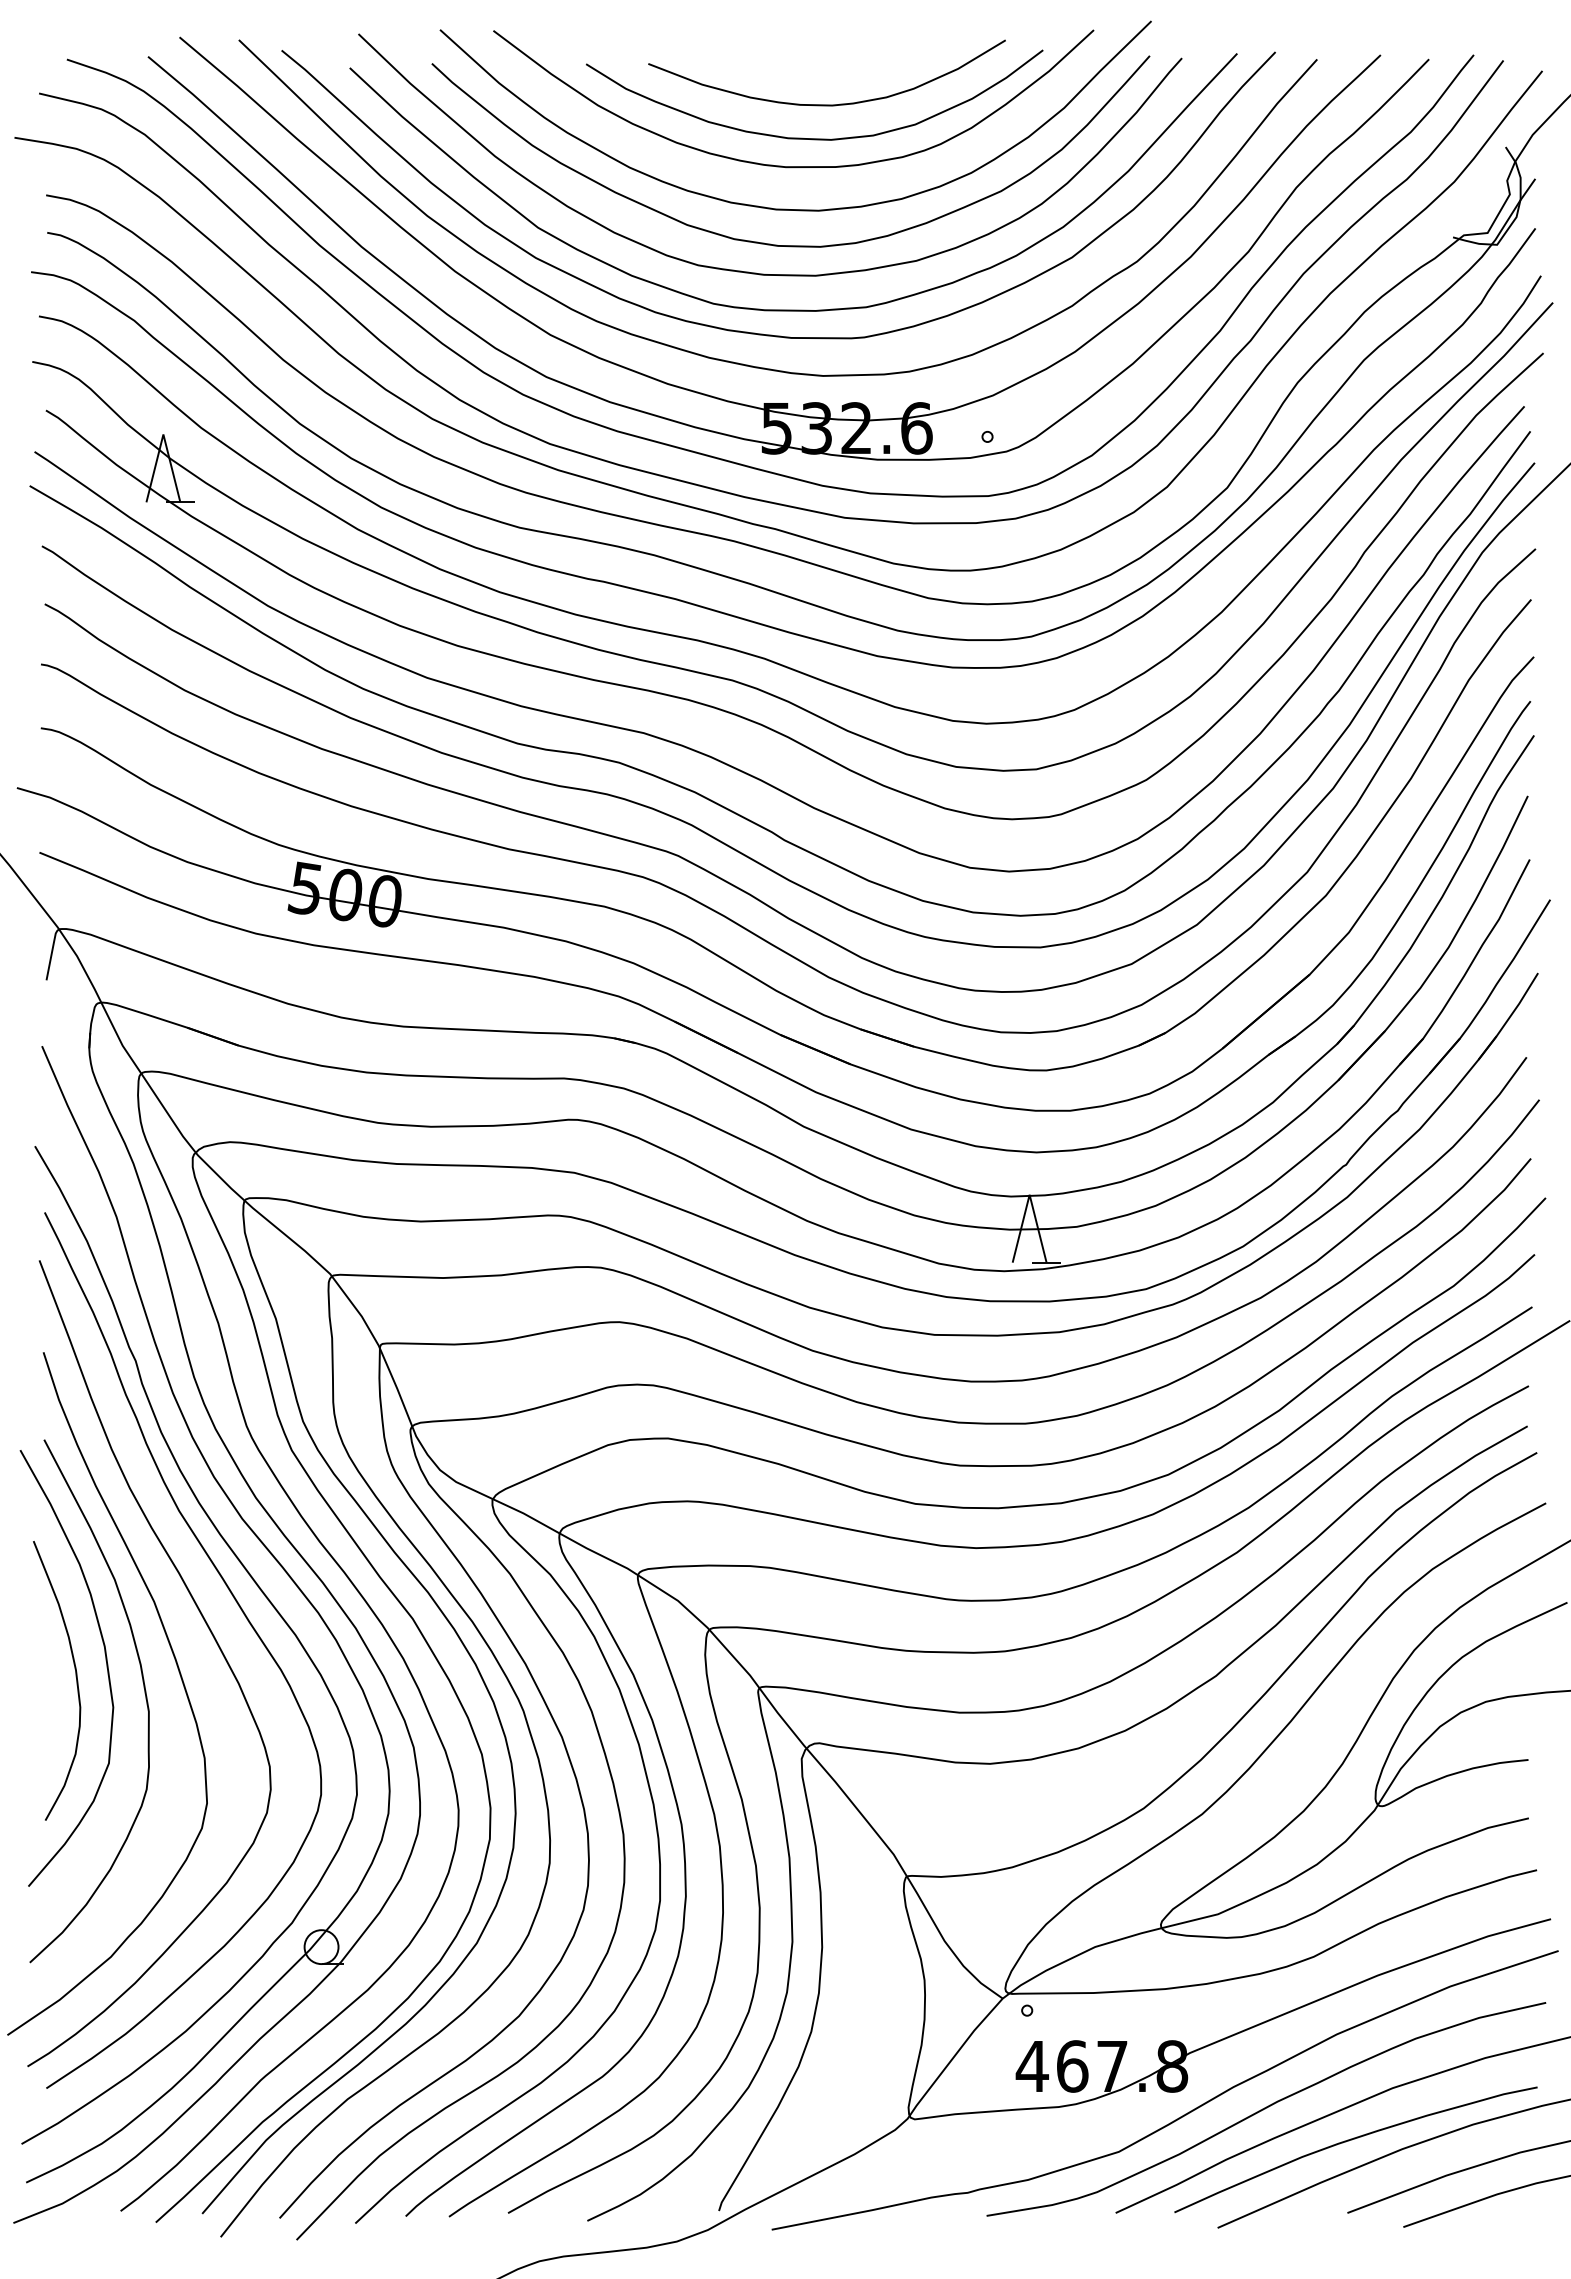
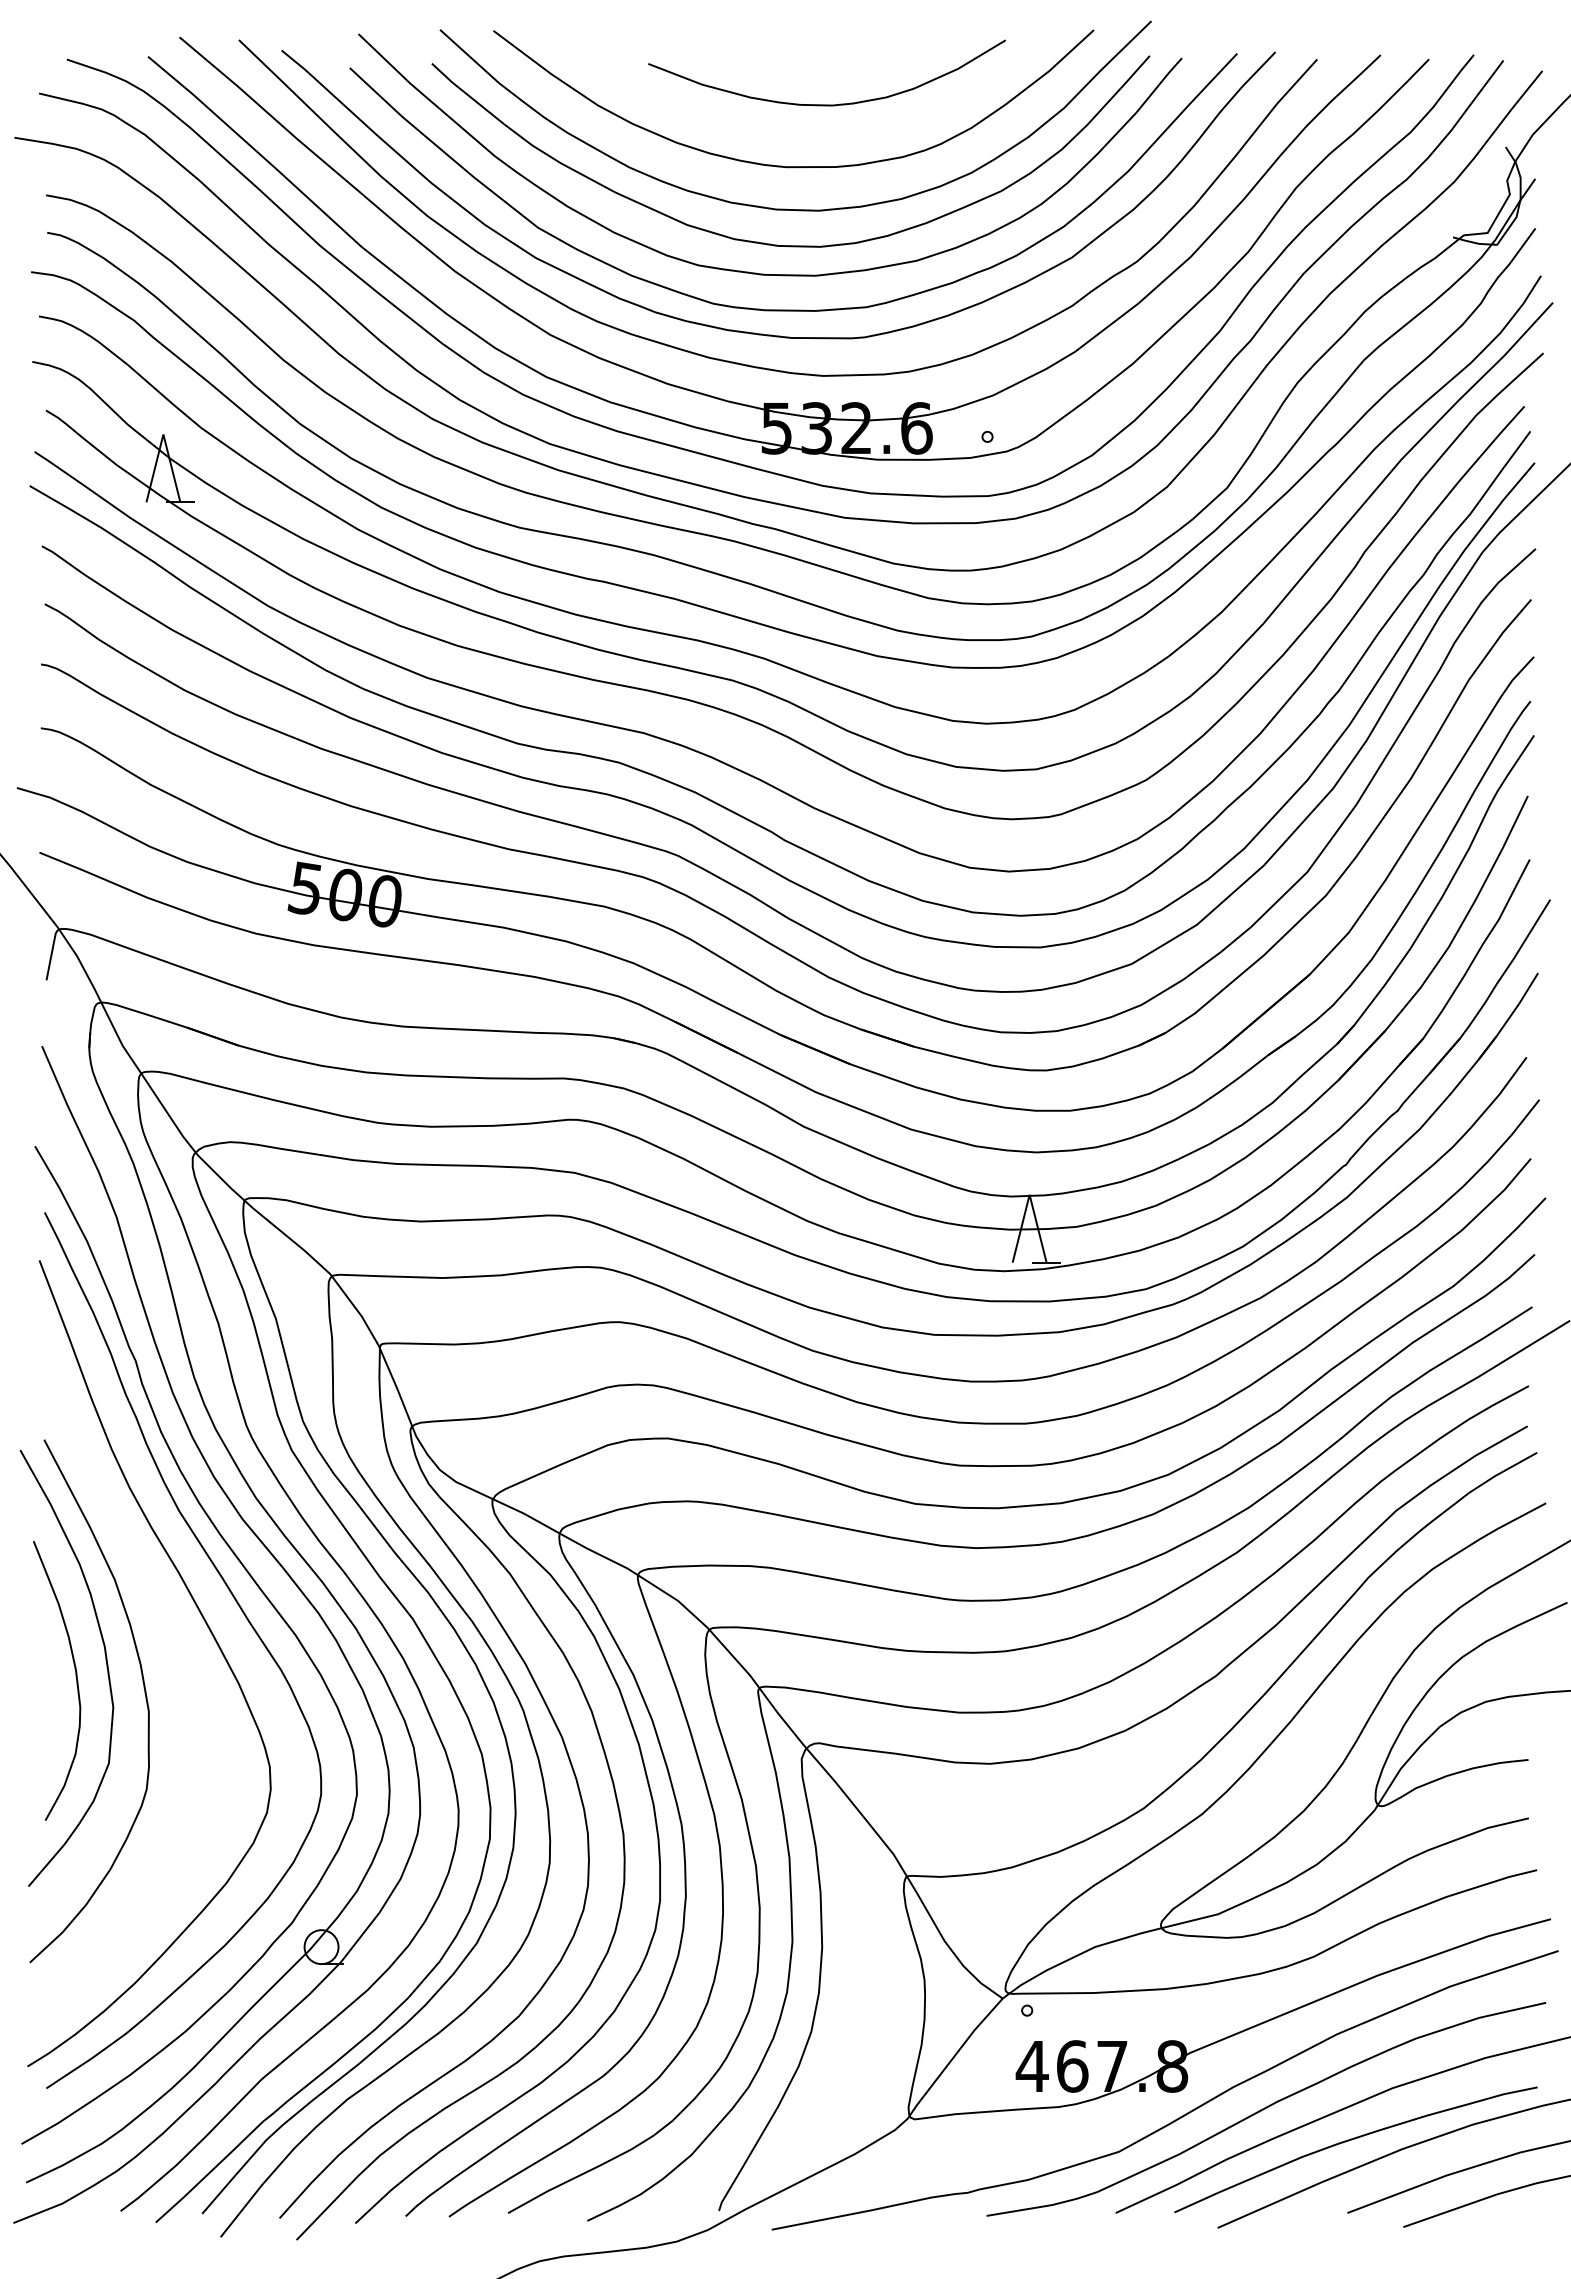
curve at (814, 138): present -> none
curve at (178, 1672): present -> none
